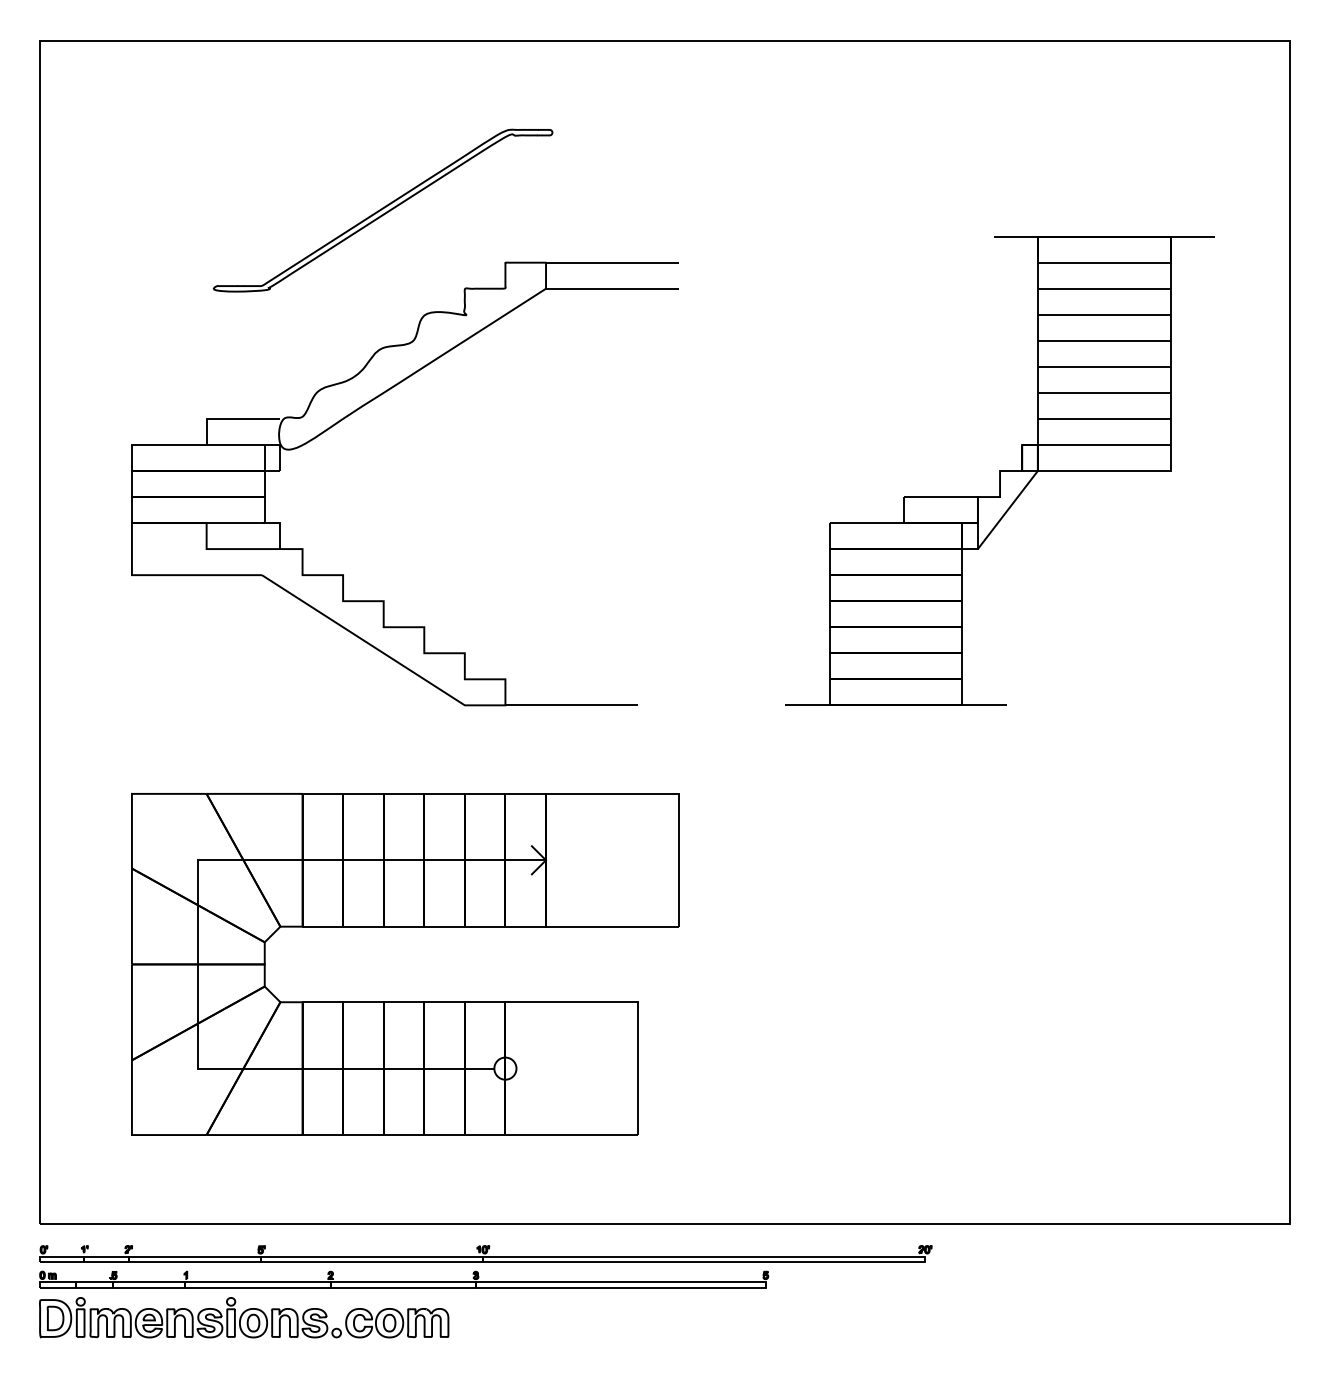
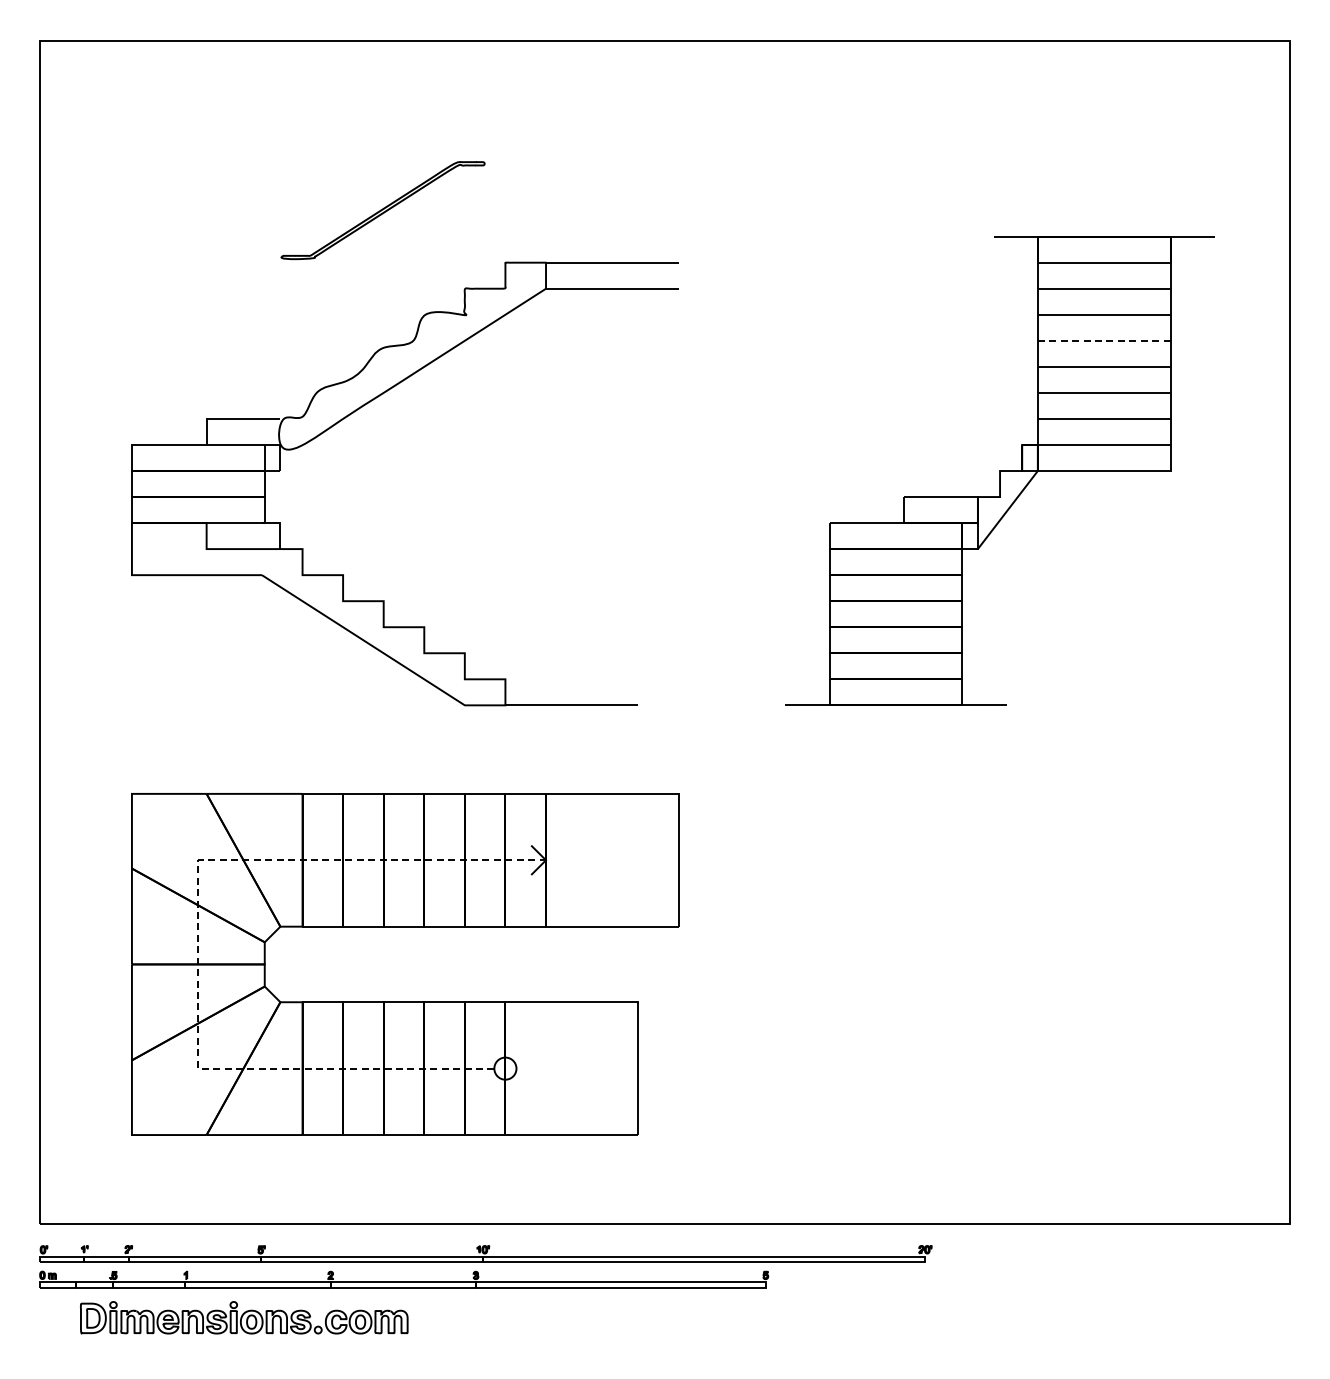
part at (382, 210) size: 342x165 px -> 206x100 px
line at (1104, 340): solid -> dashed
line at (198, 939): solid -> dashed
part at (244, 1317) size: 411x42 px -> 329x34 px
